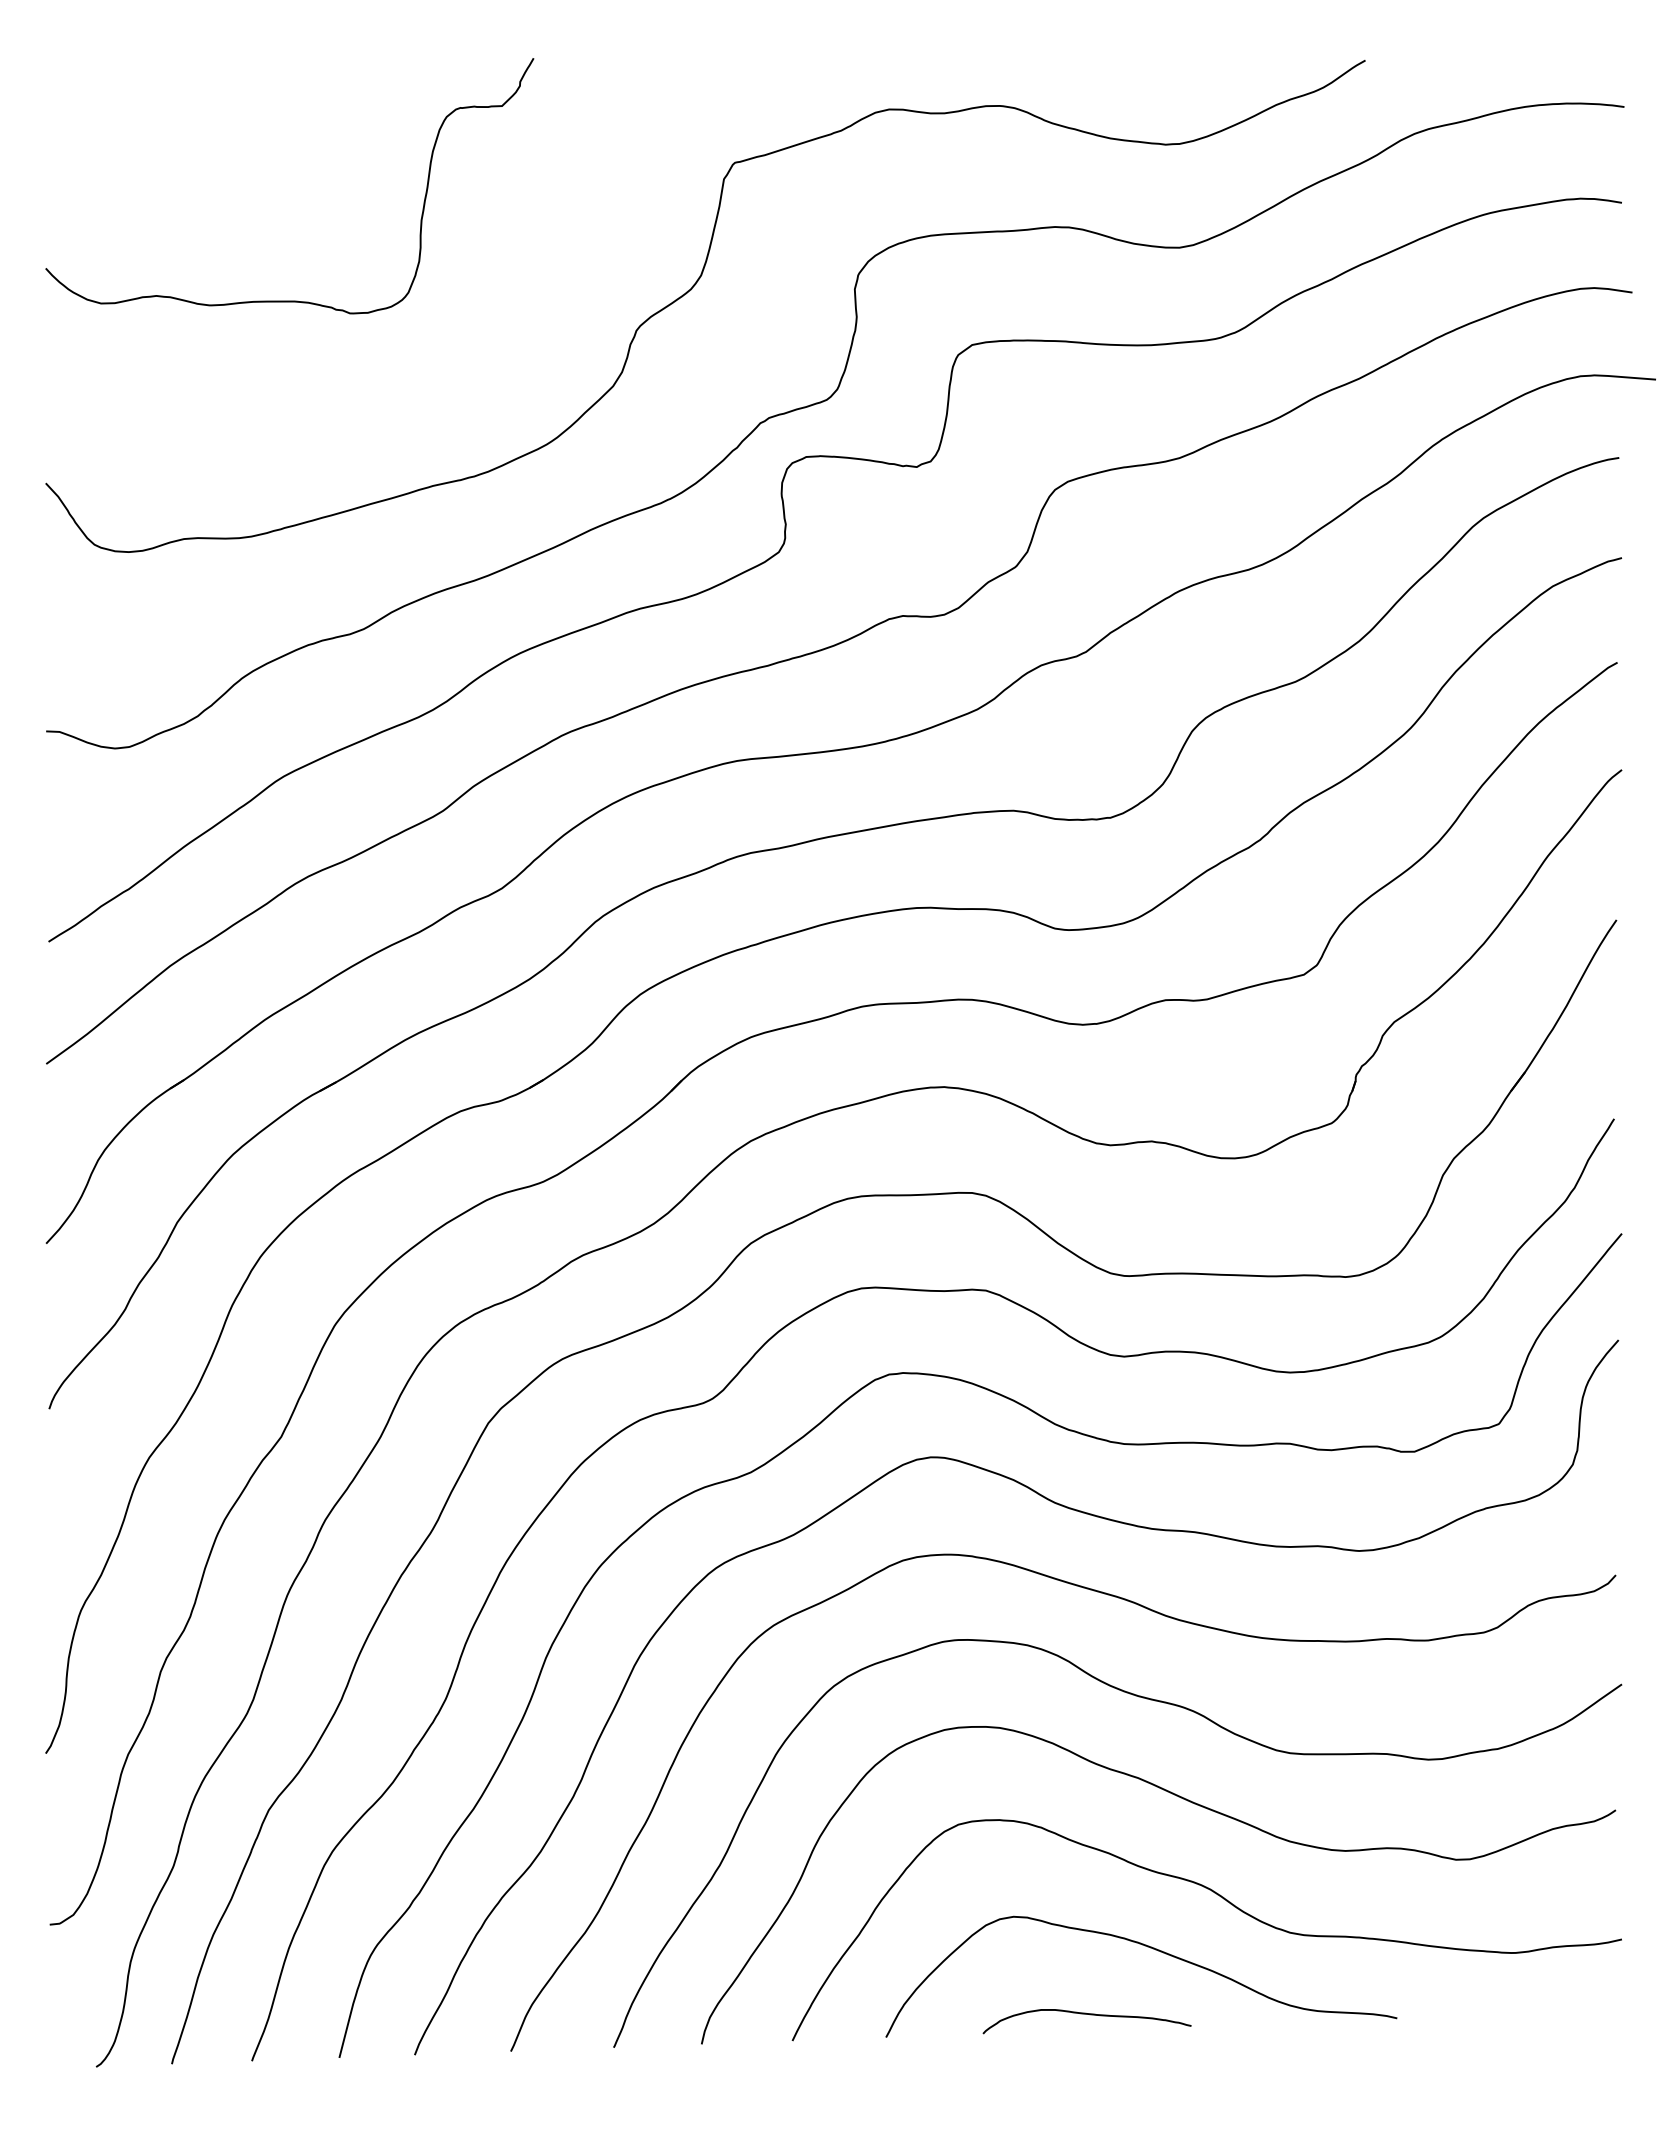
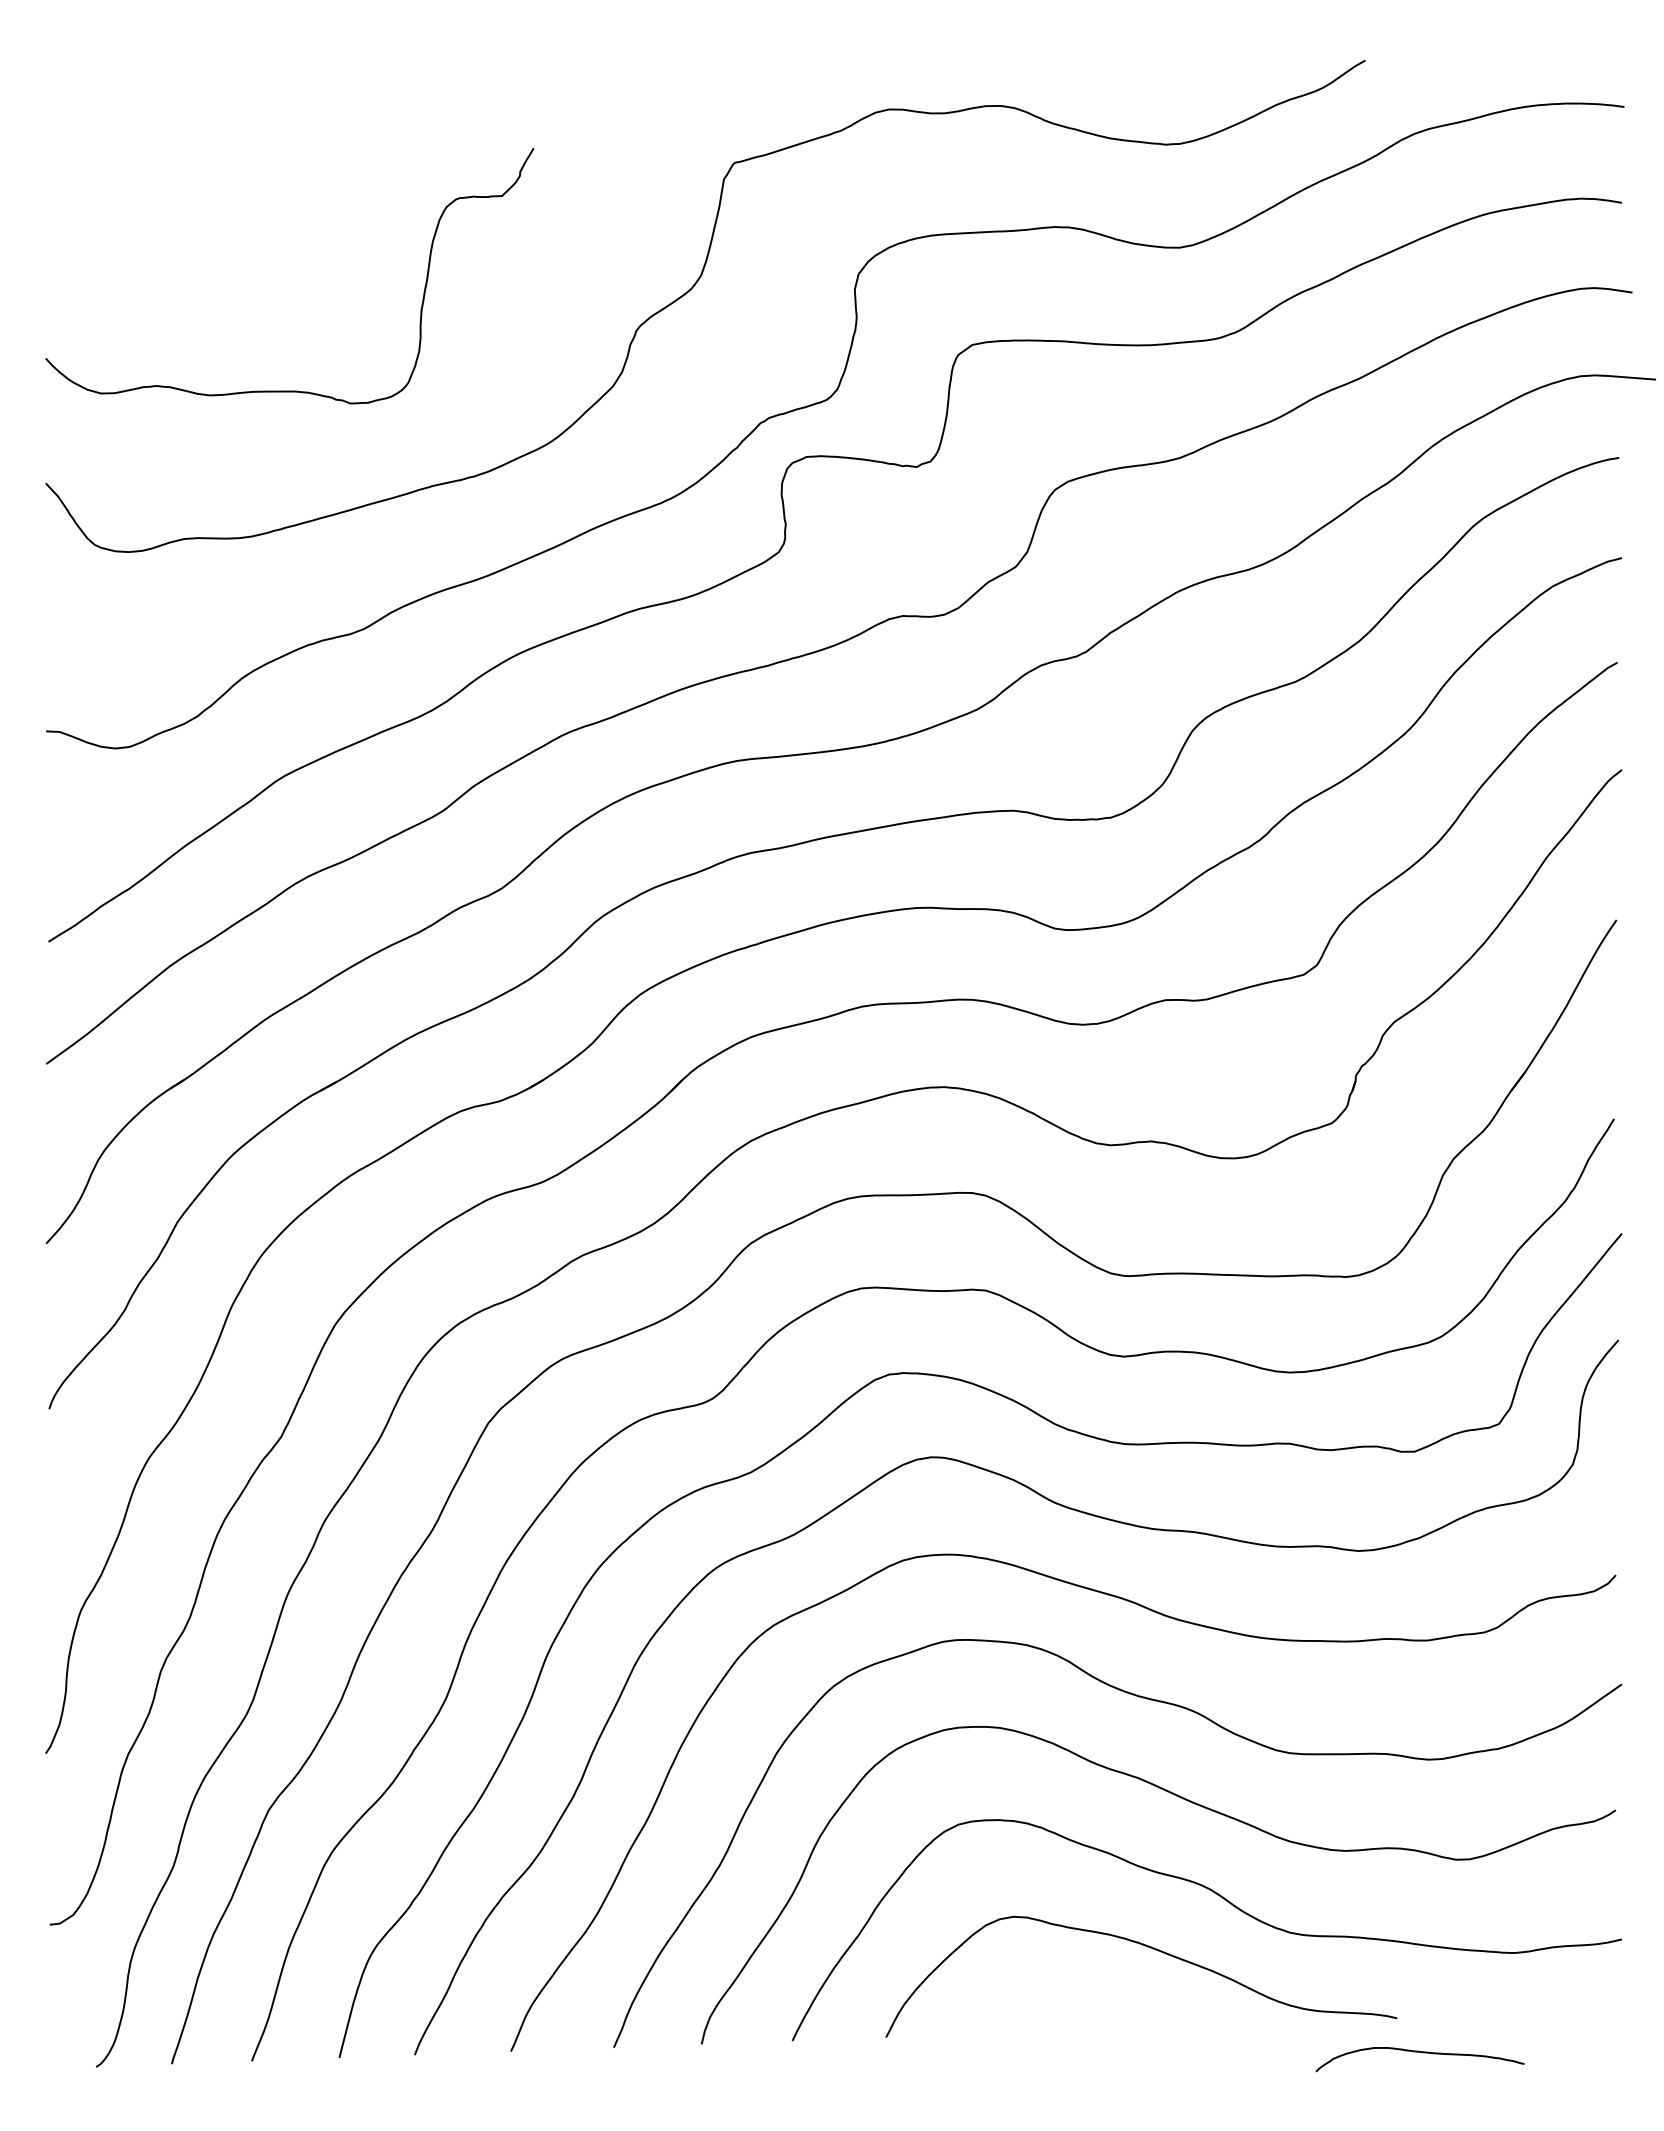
curve at (289, 300) position: (289, 300) -> (289, 390)
curve at (1086, 2014) position: (1086, 2014) -> (1419, 2052)
